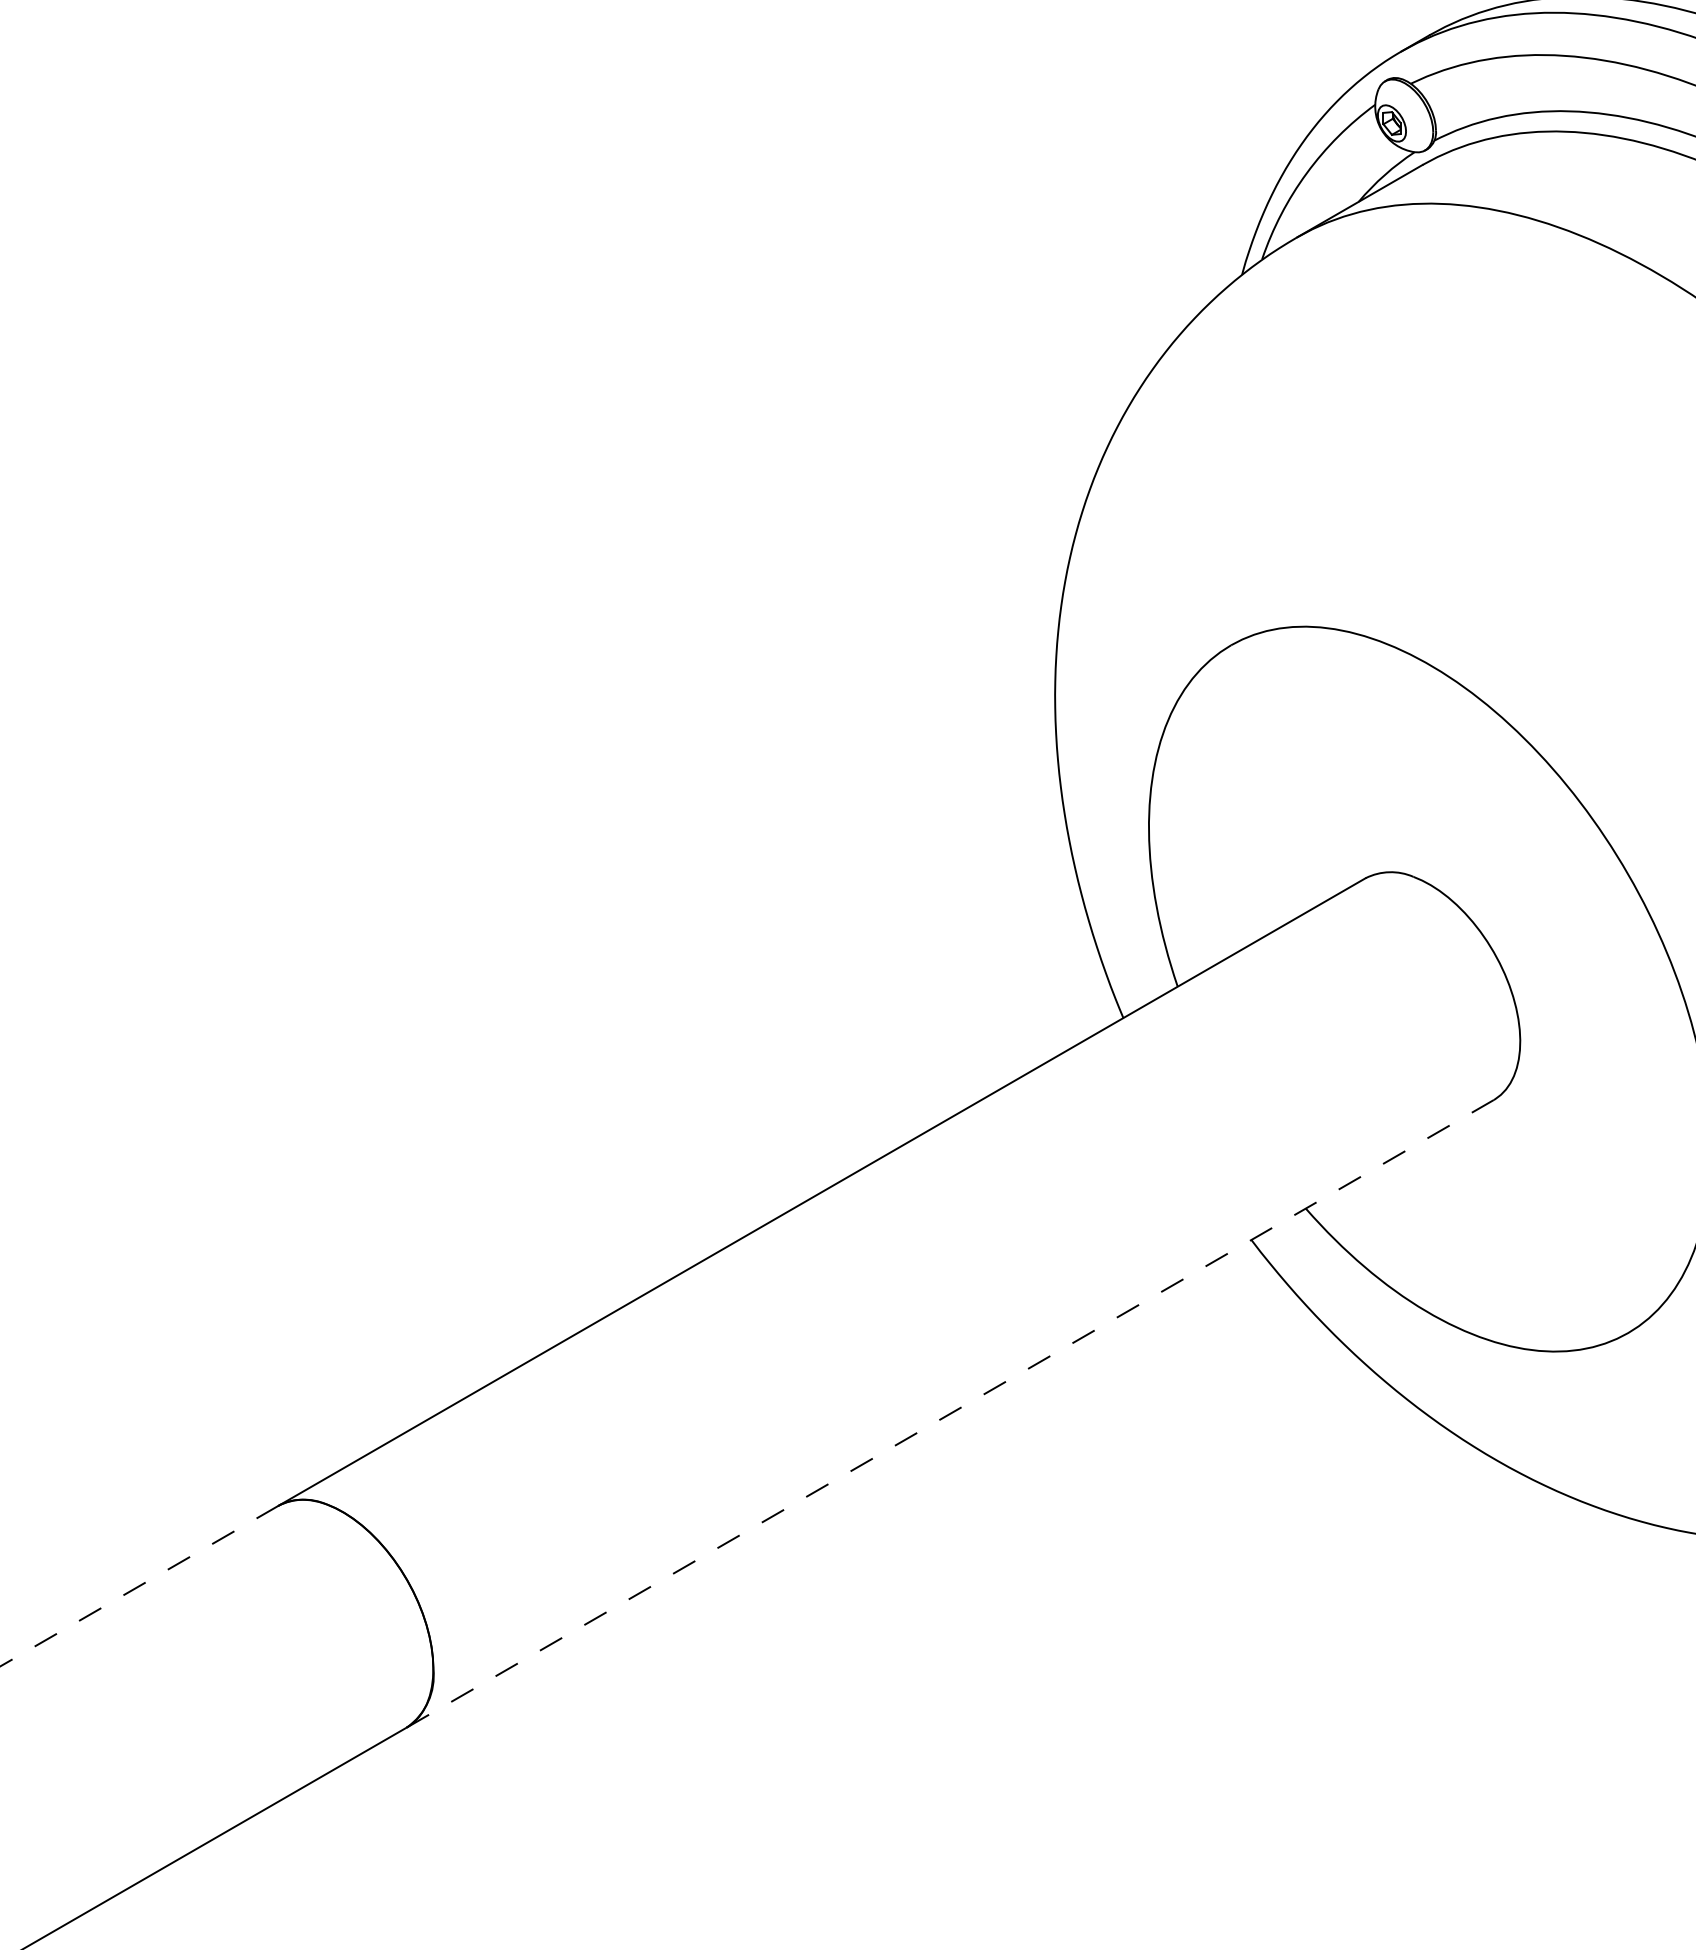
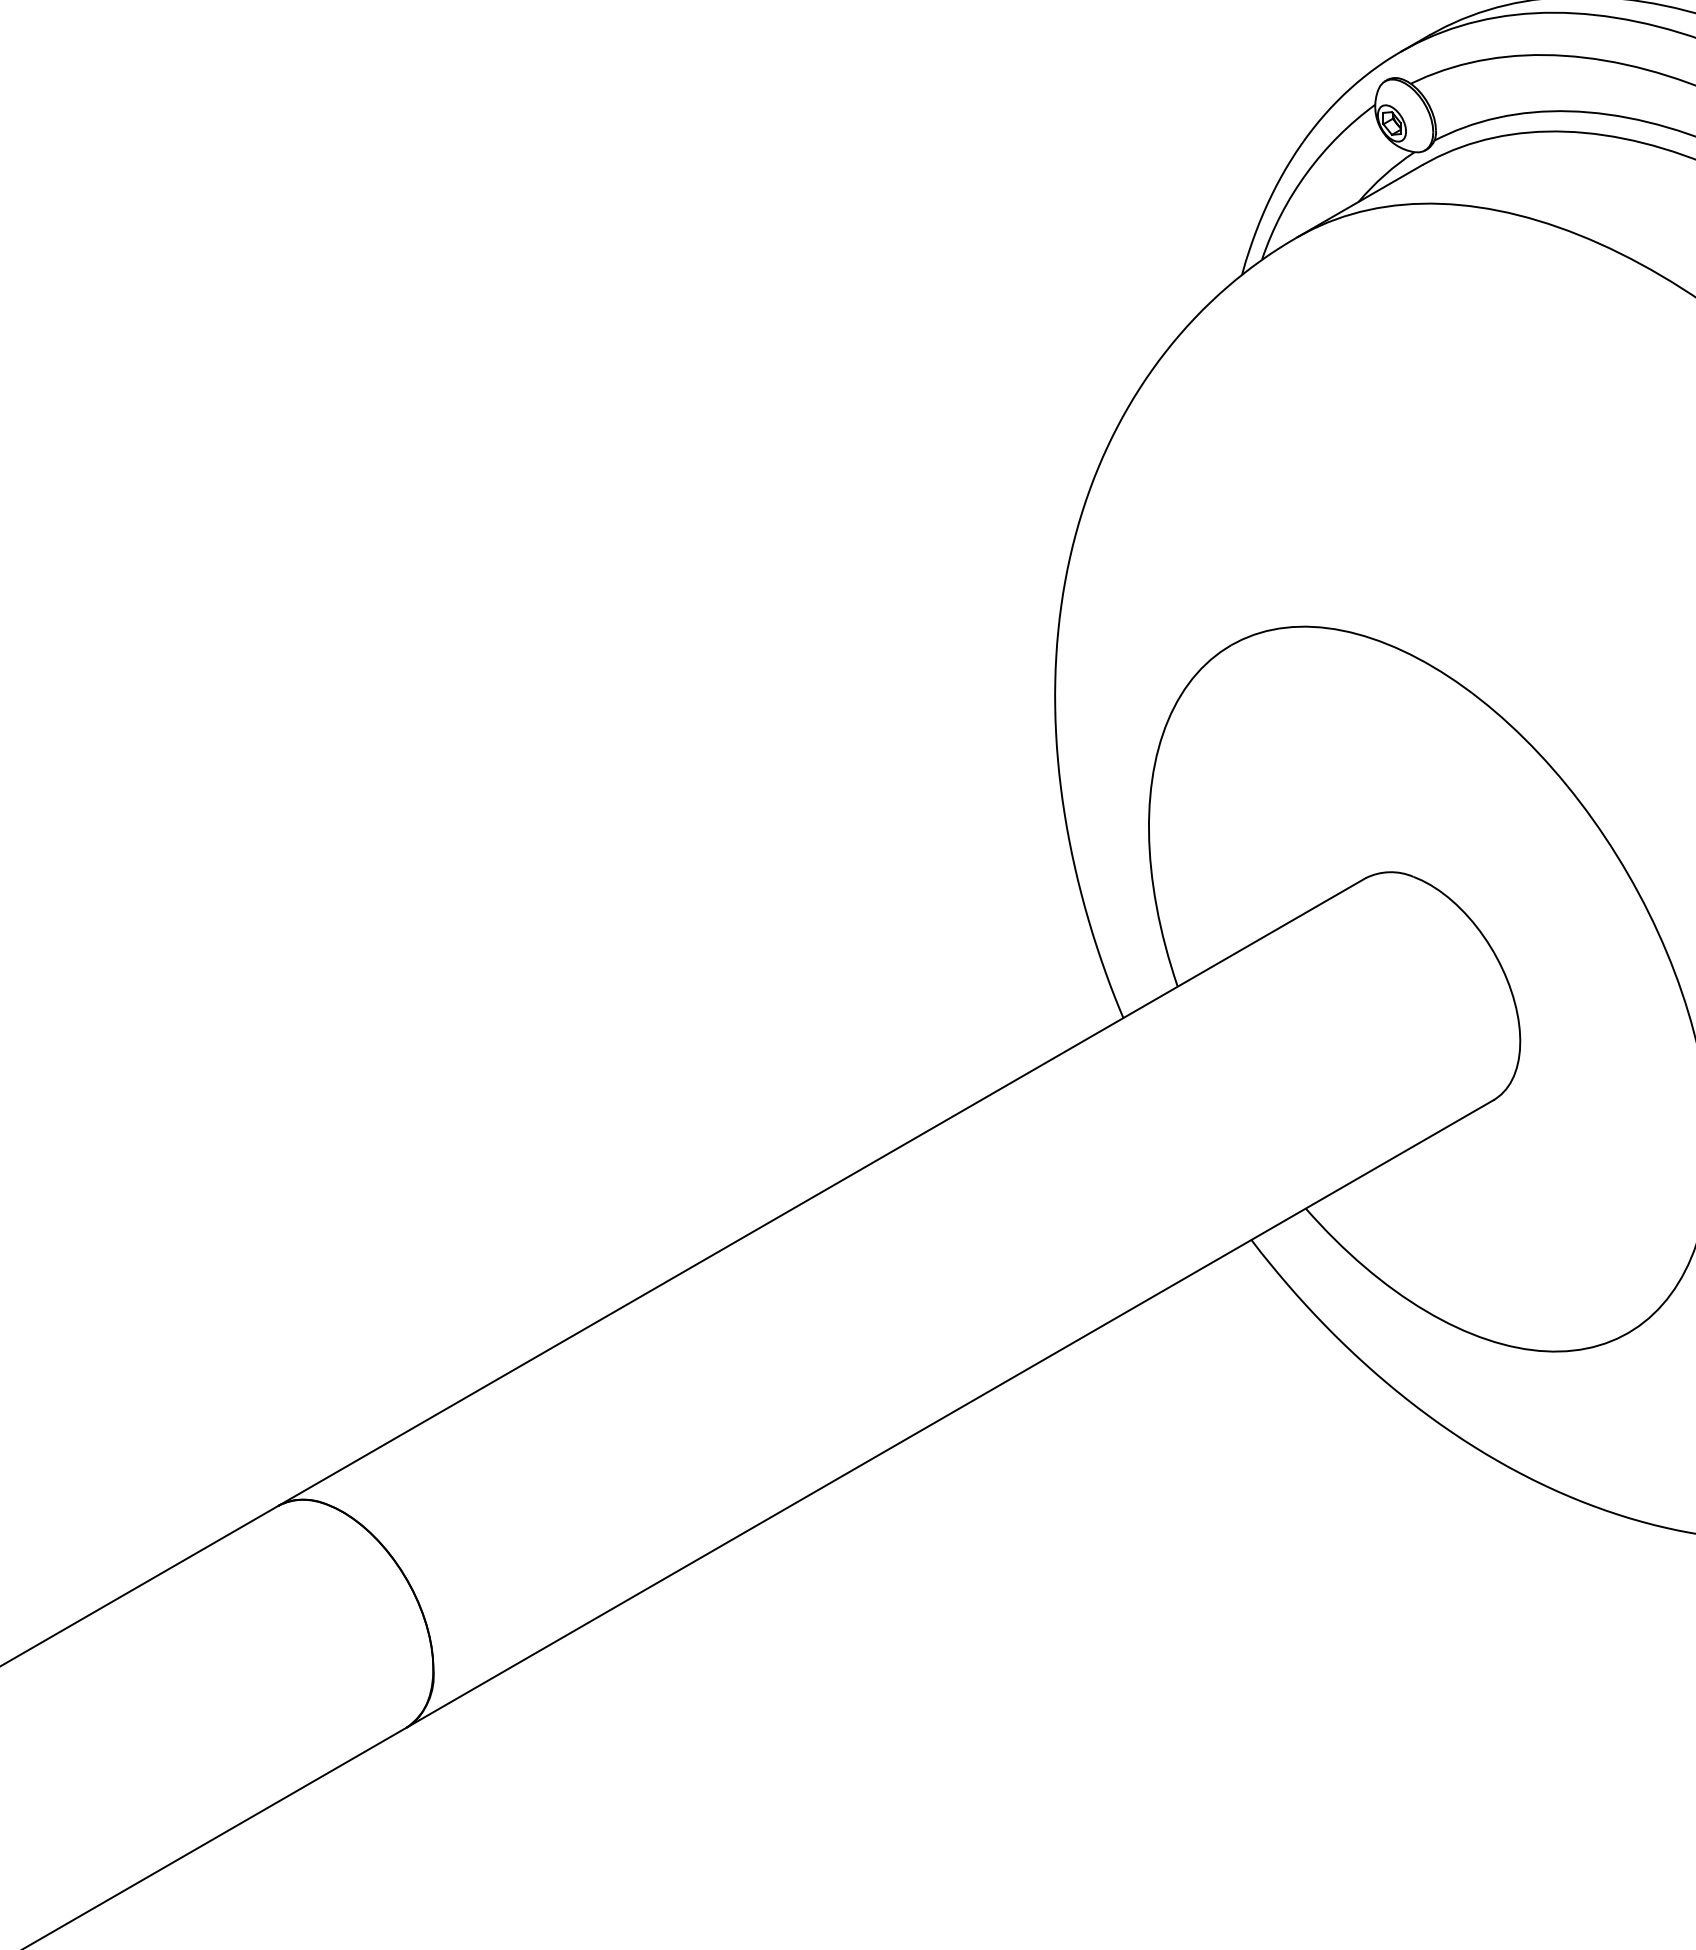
line at (950, 1413): dashed -> solid
line at (139, 1586): dashed -> solid
